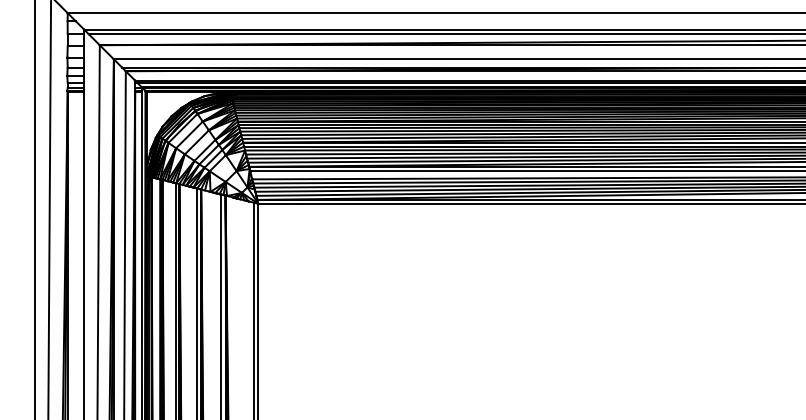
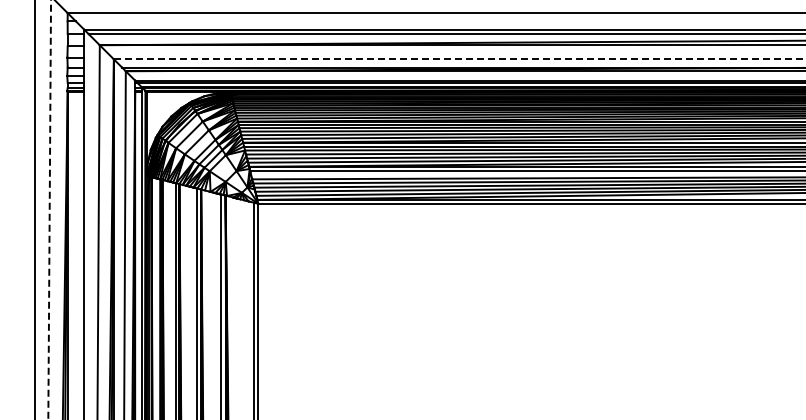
line at (459, 59): solid -> dashed
line at (49, 209): solid -> dashed
